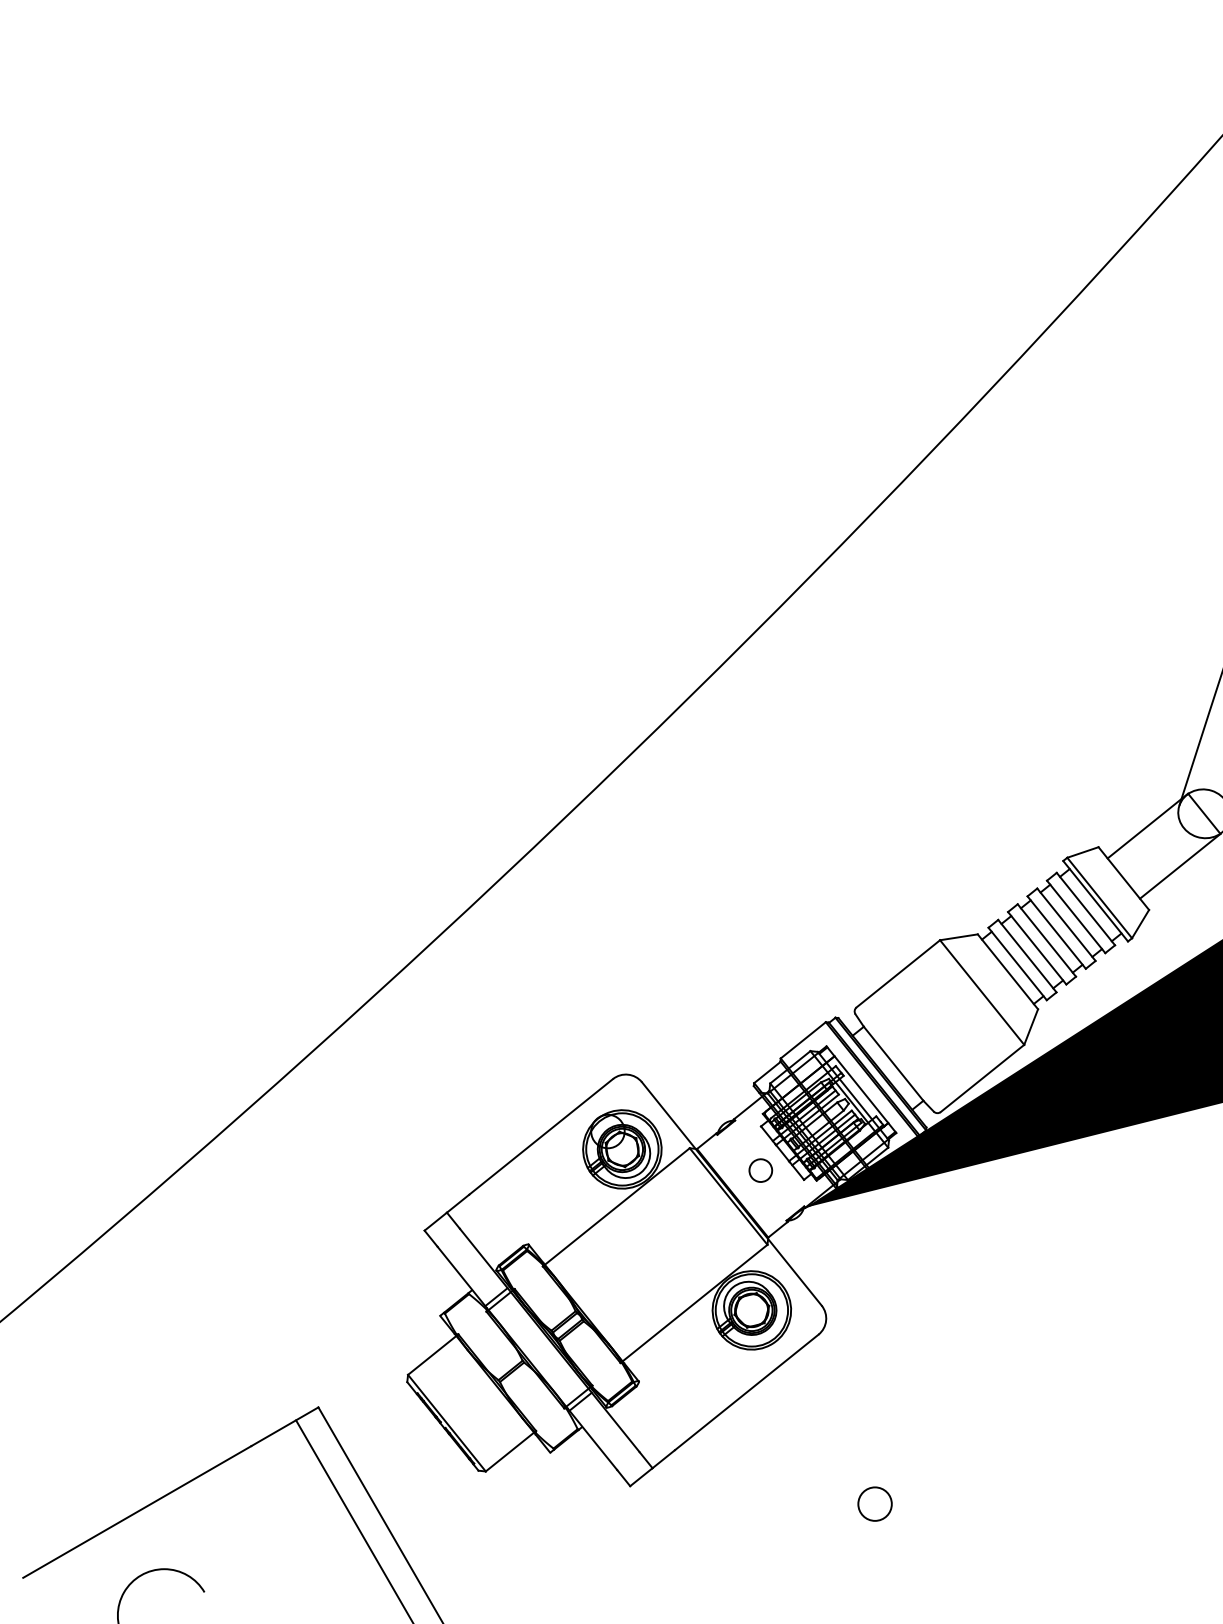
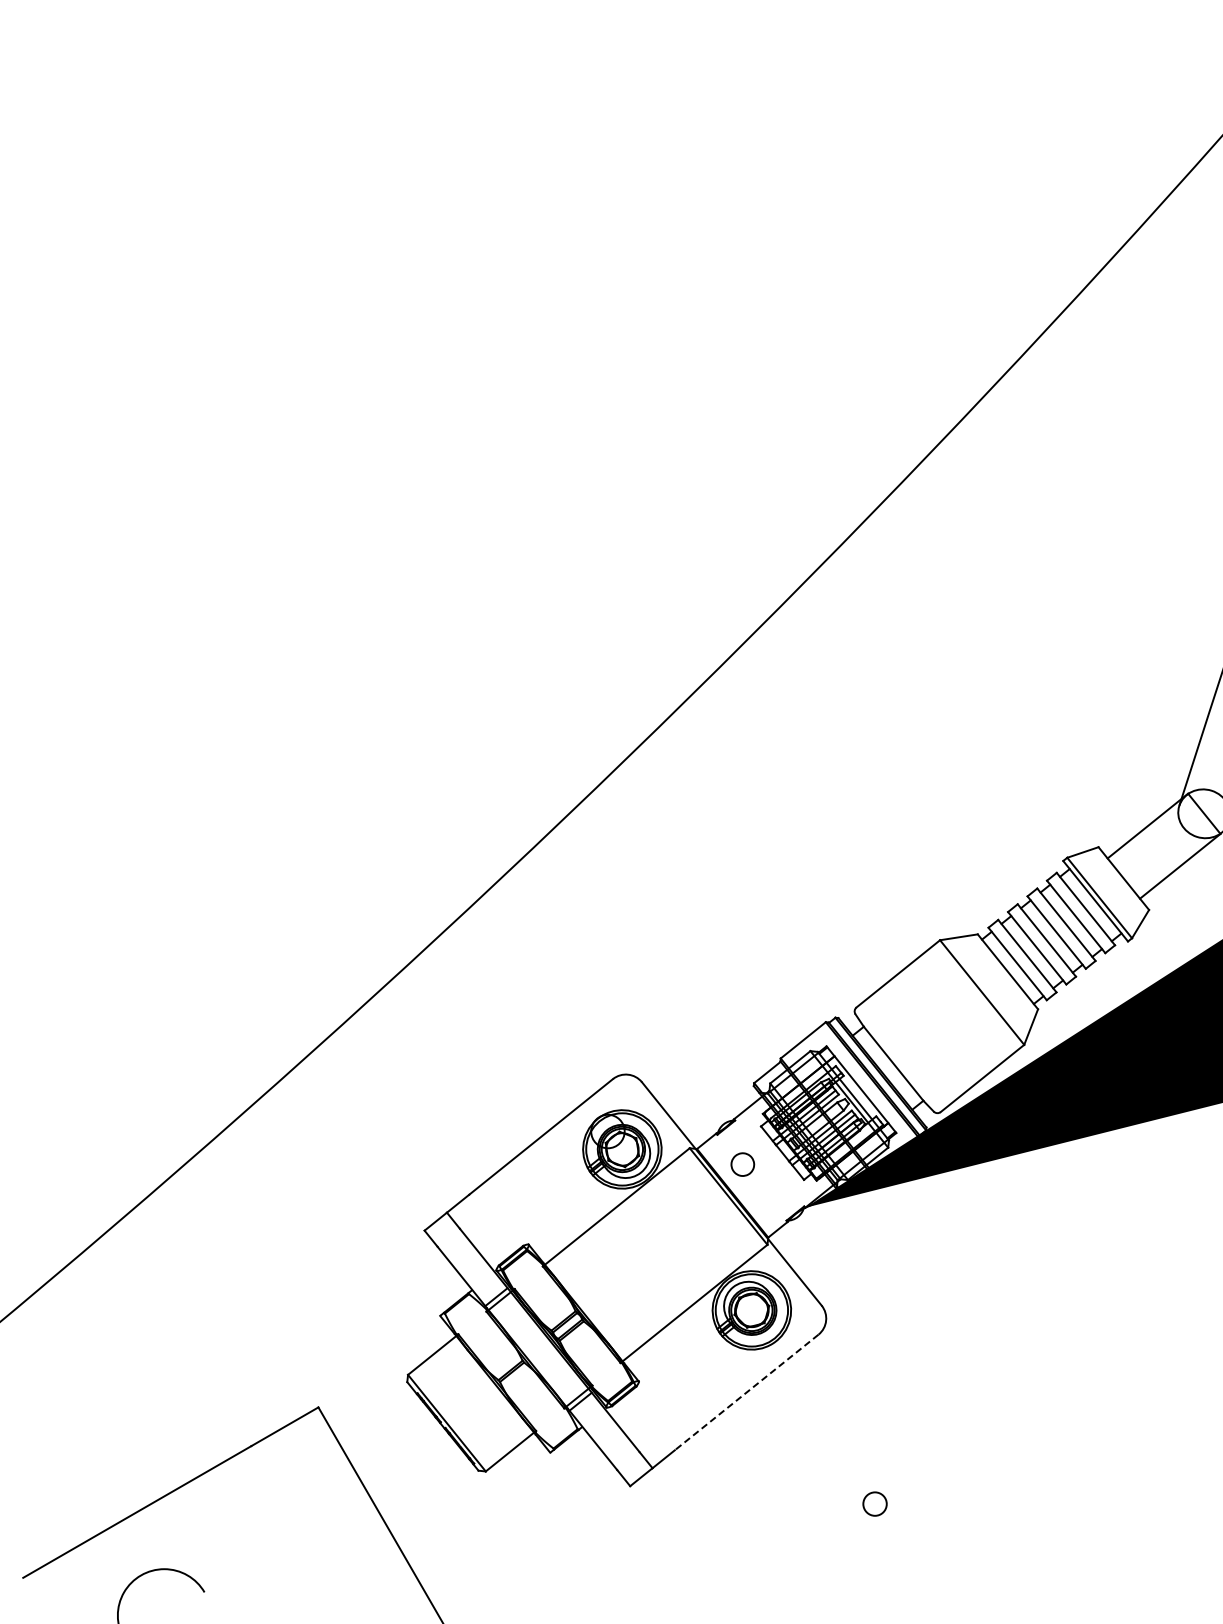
part at (760, 1170) position: (760, 1170) -> (742, 1164)
line at (746, 1392): solid -> dashed
circle at (874, 1503) size: 36x36 px -> 26x26 px
line at (353, 1520): present -> none
